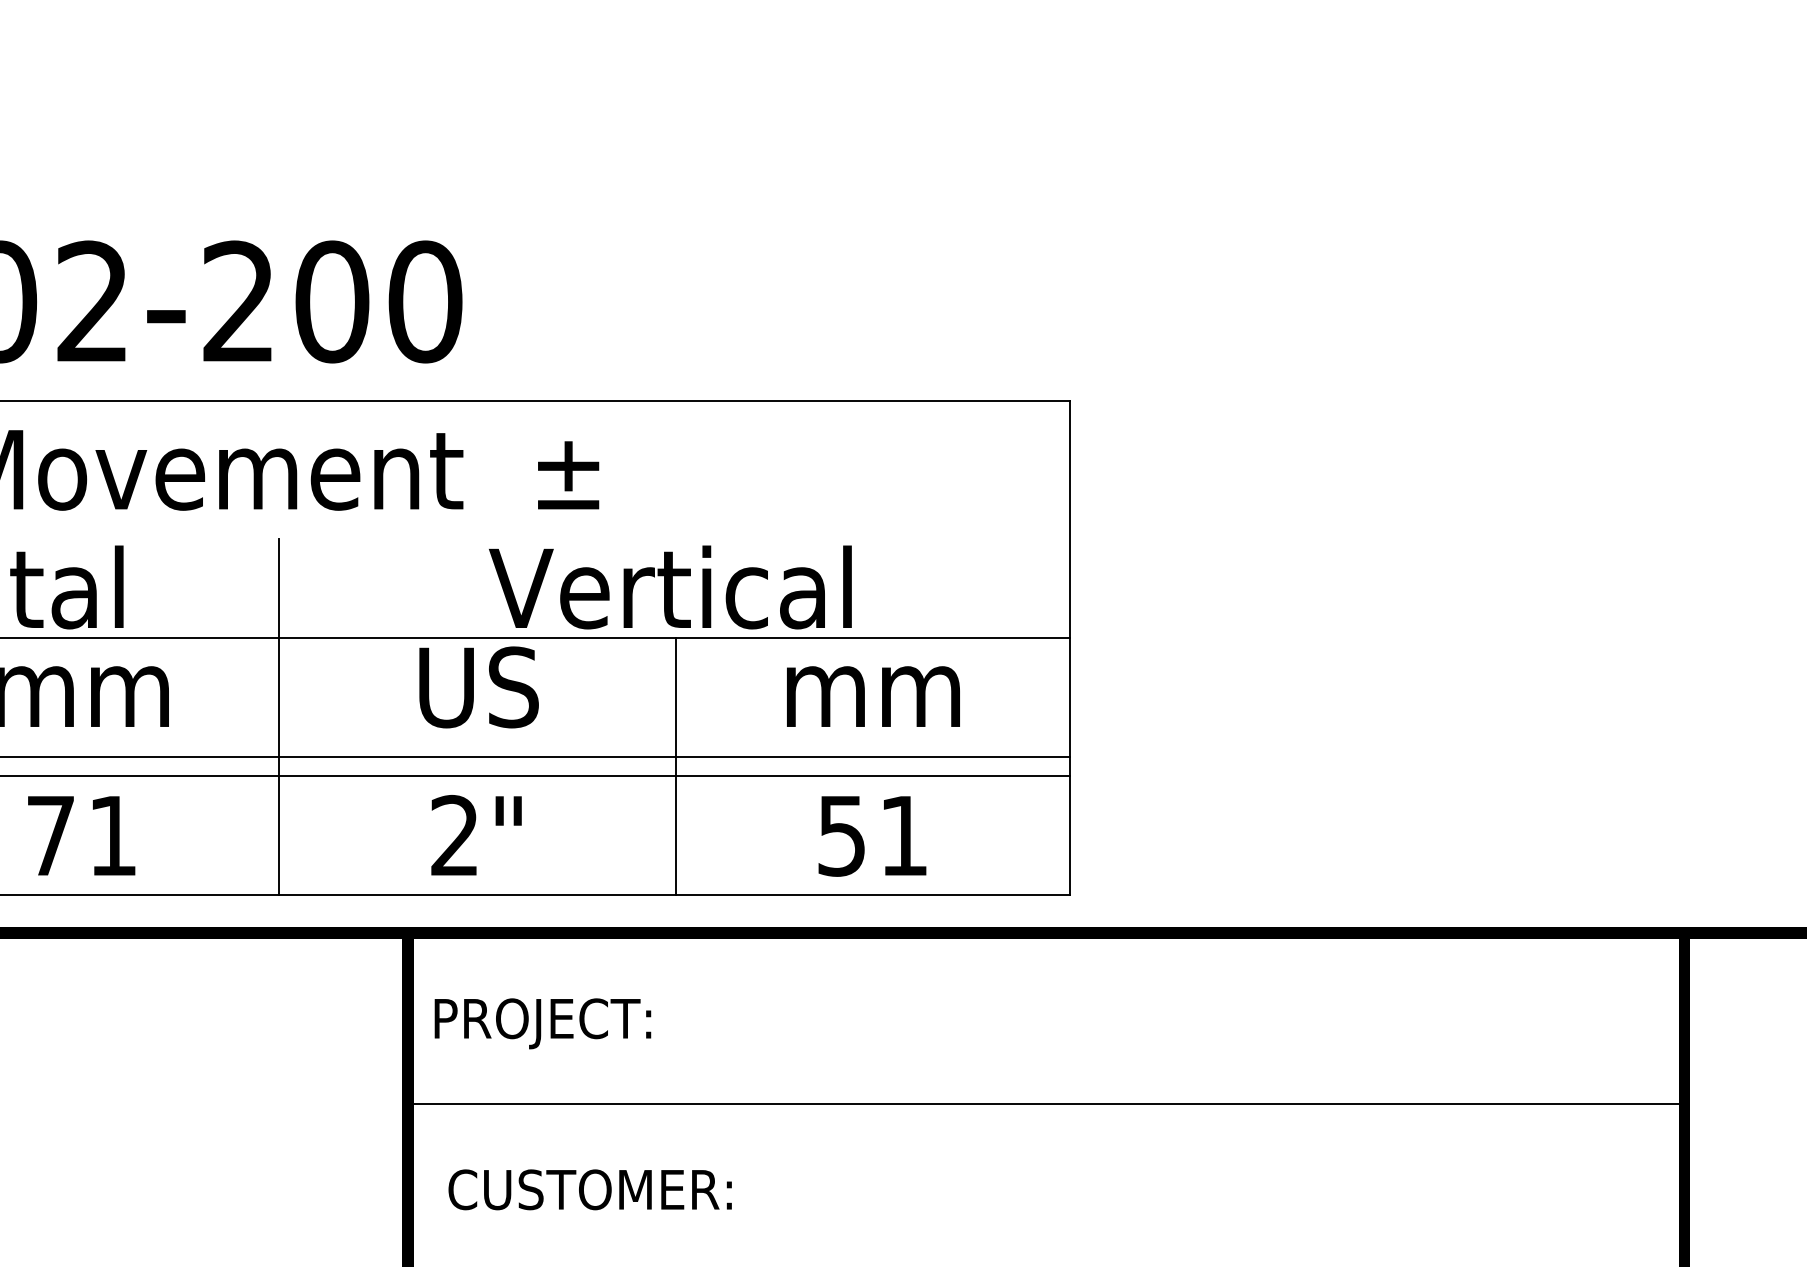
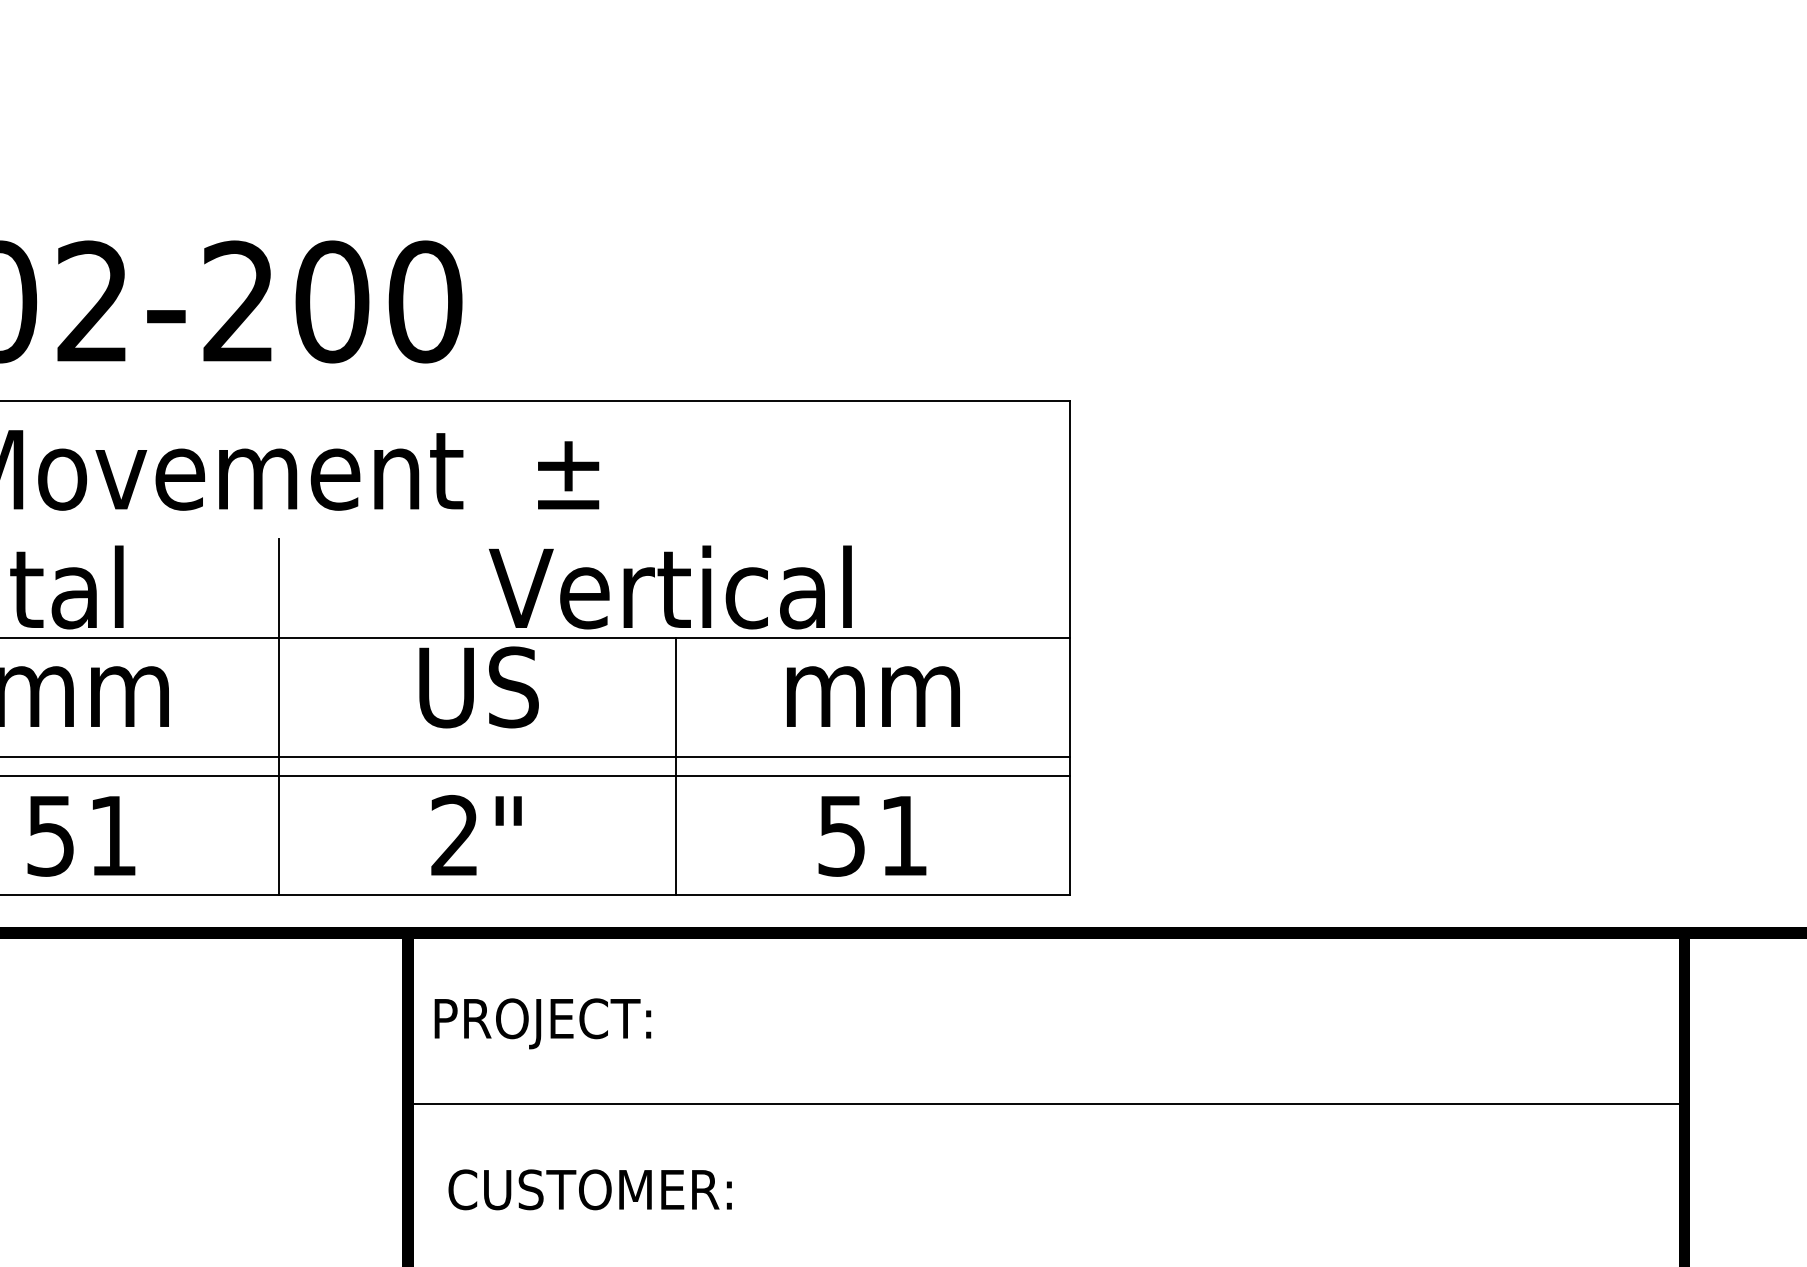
text at (50, 836): 71 -> 51
